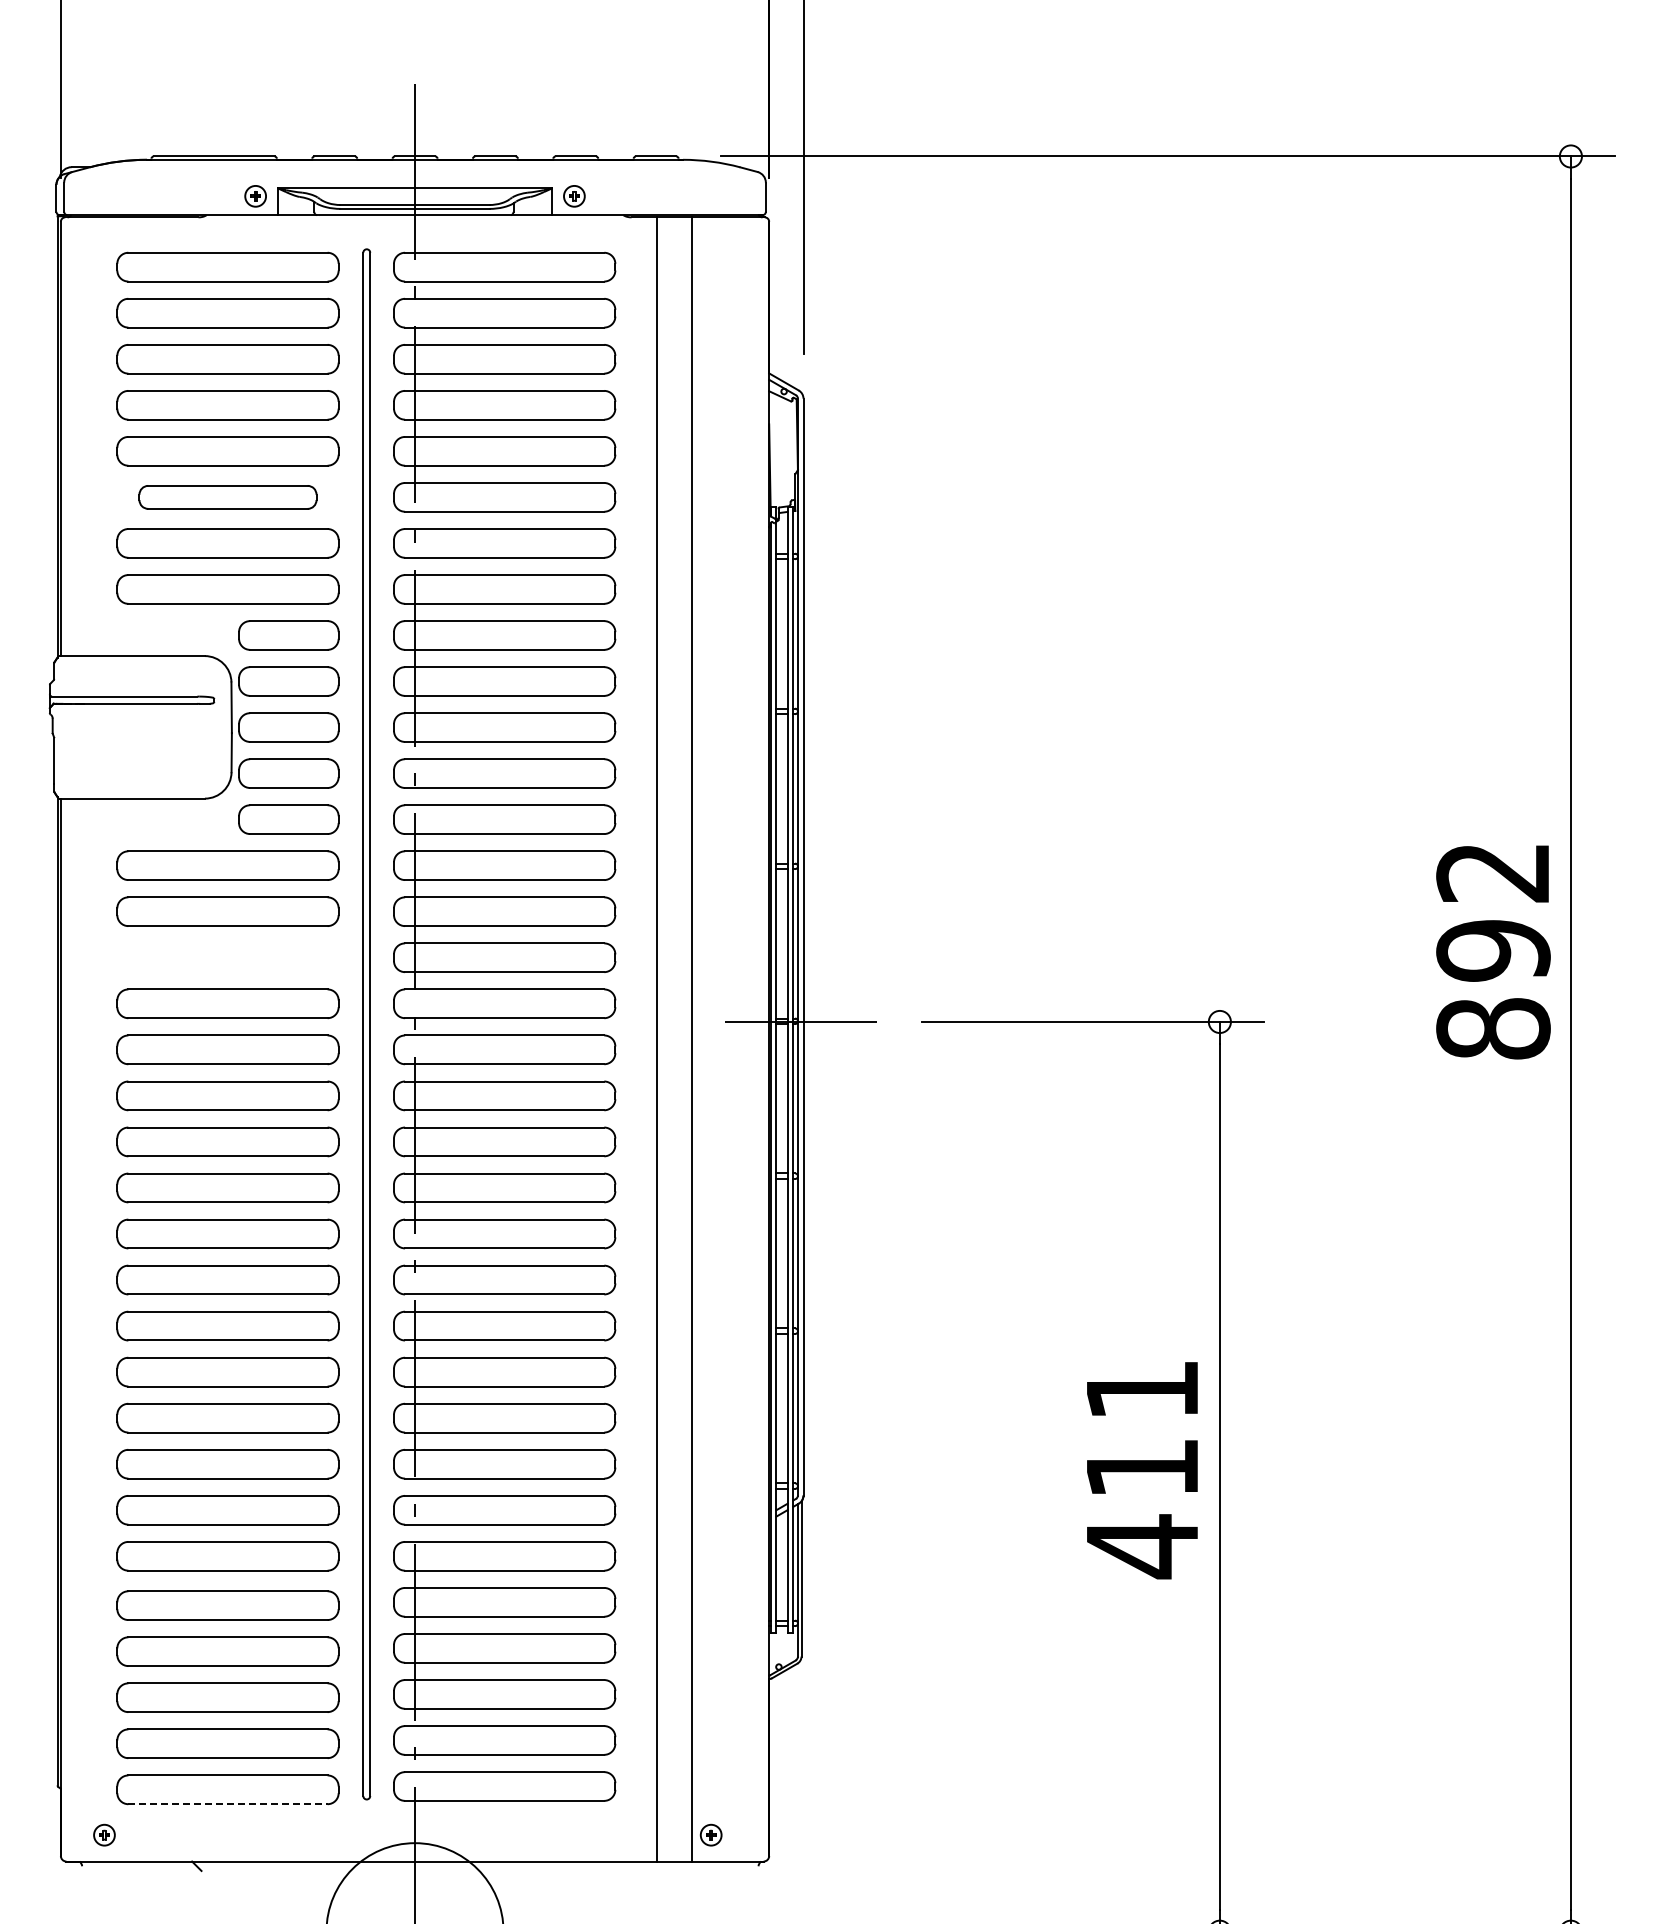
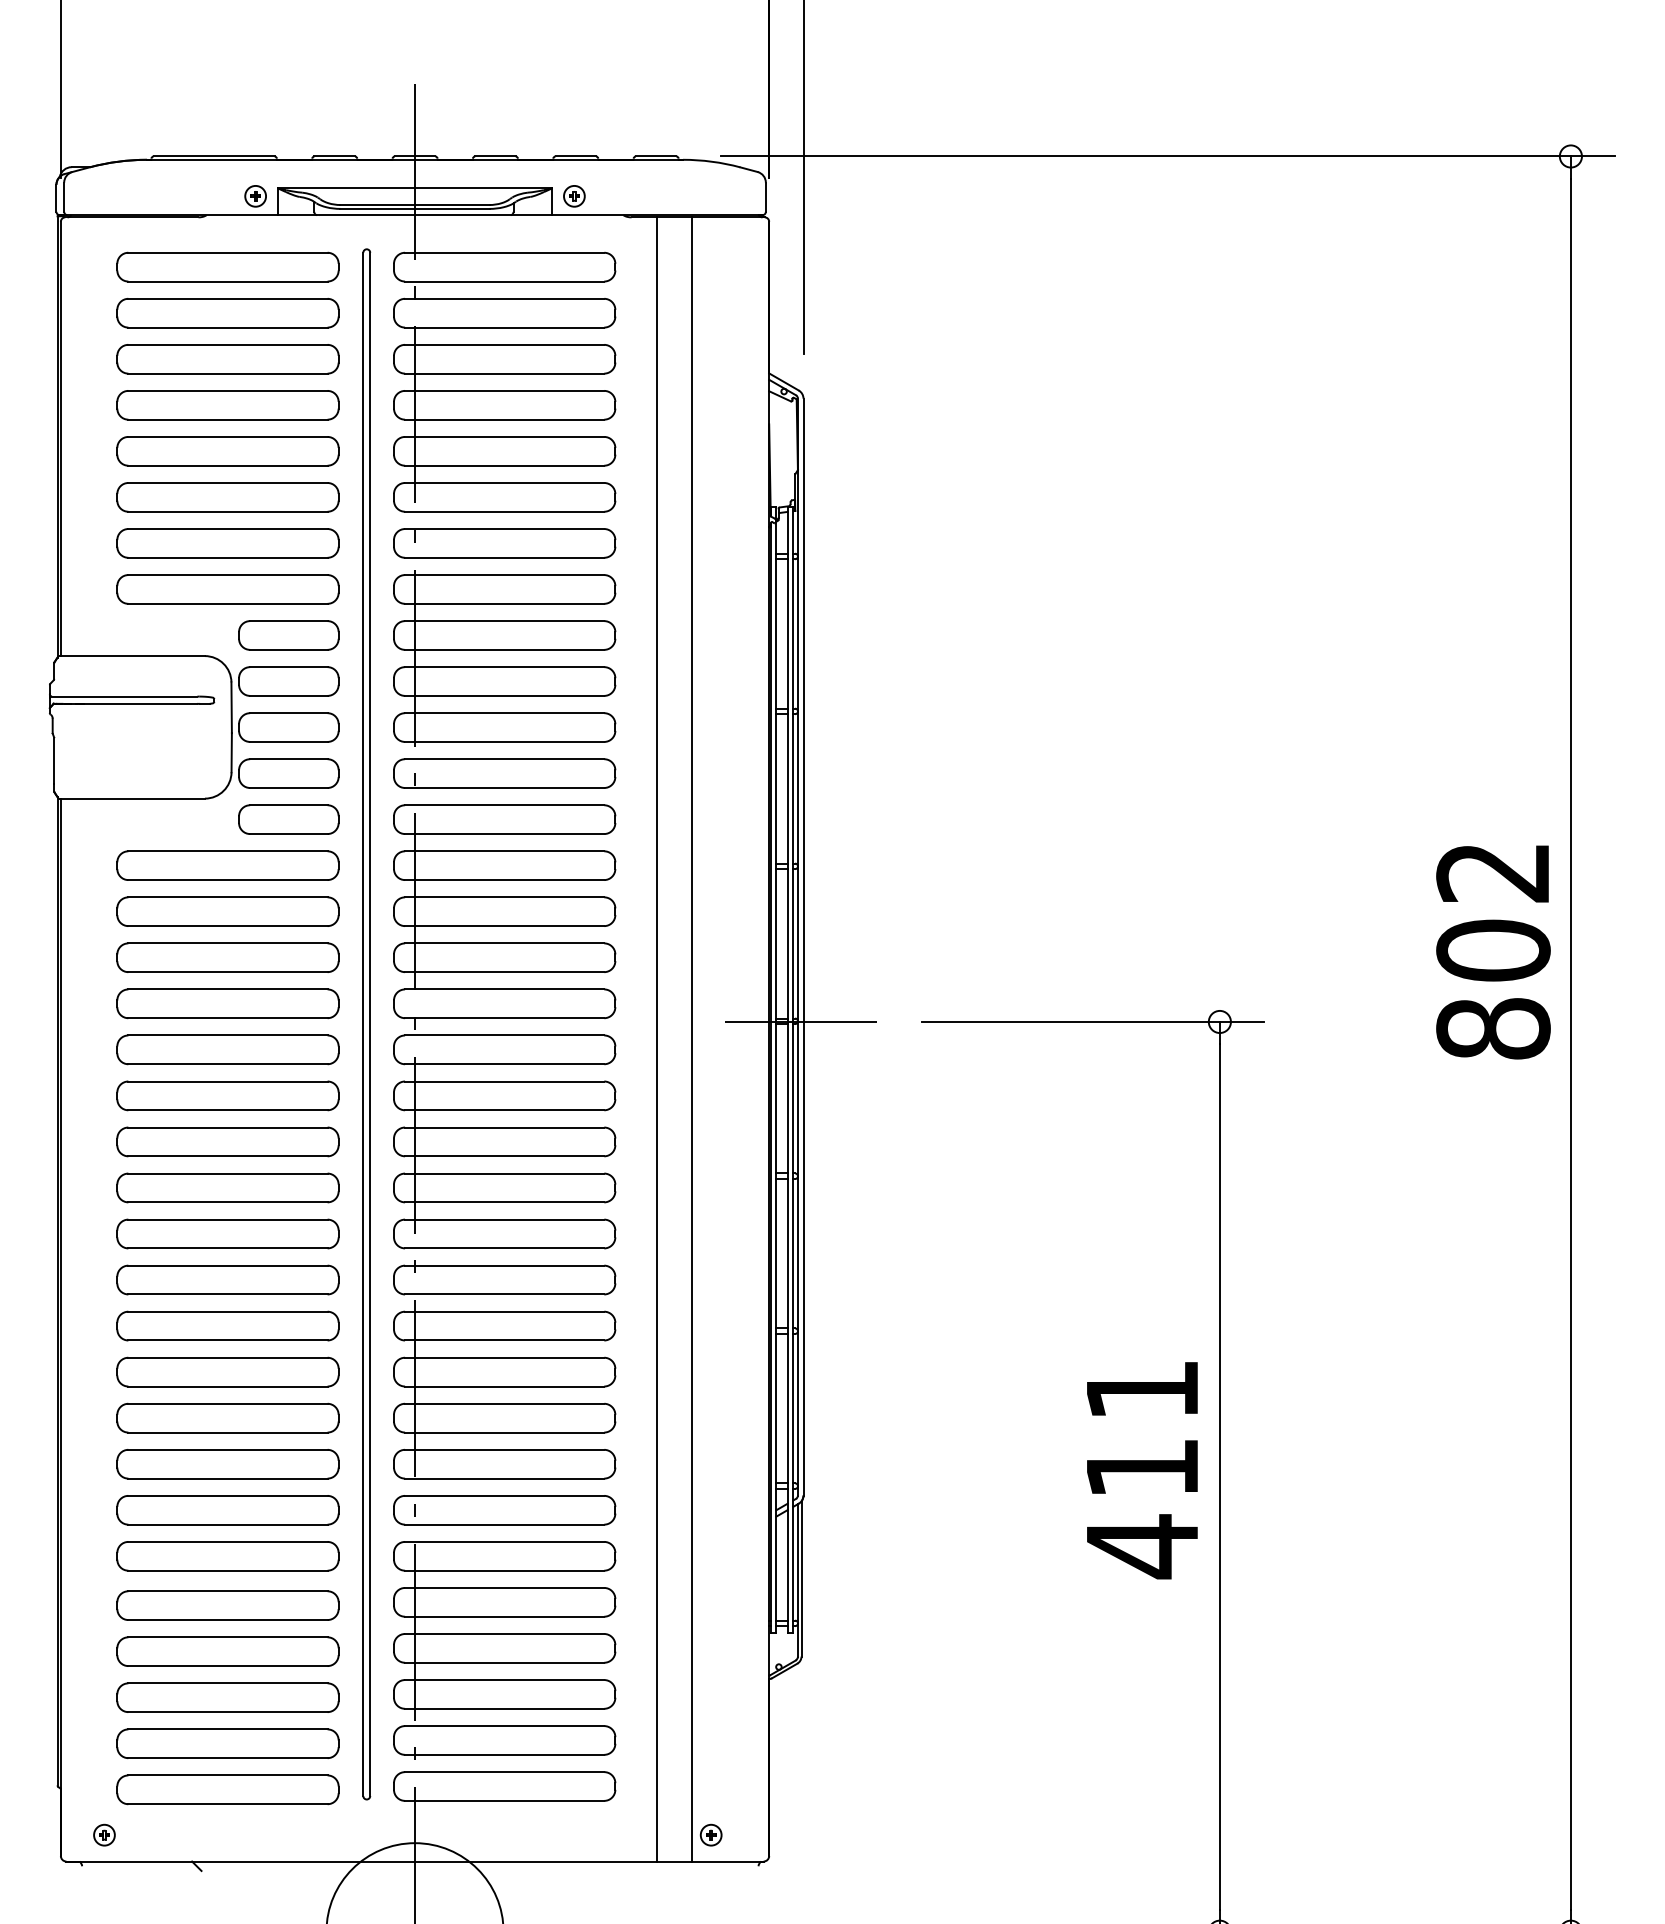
part at (227, 497) size: 180x25 px -> 224x31 px
text at (1493, 950): 892 -> 802
part at (227, 957): none -> present
line at (227, 1804): dashed -> solid
